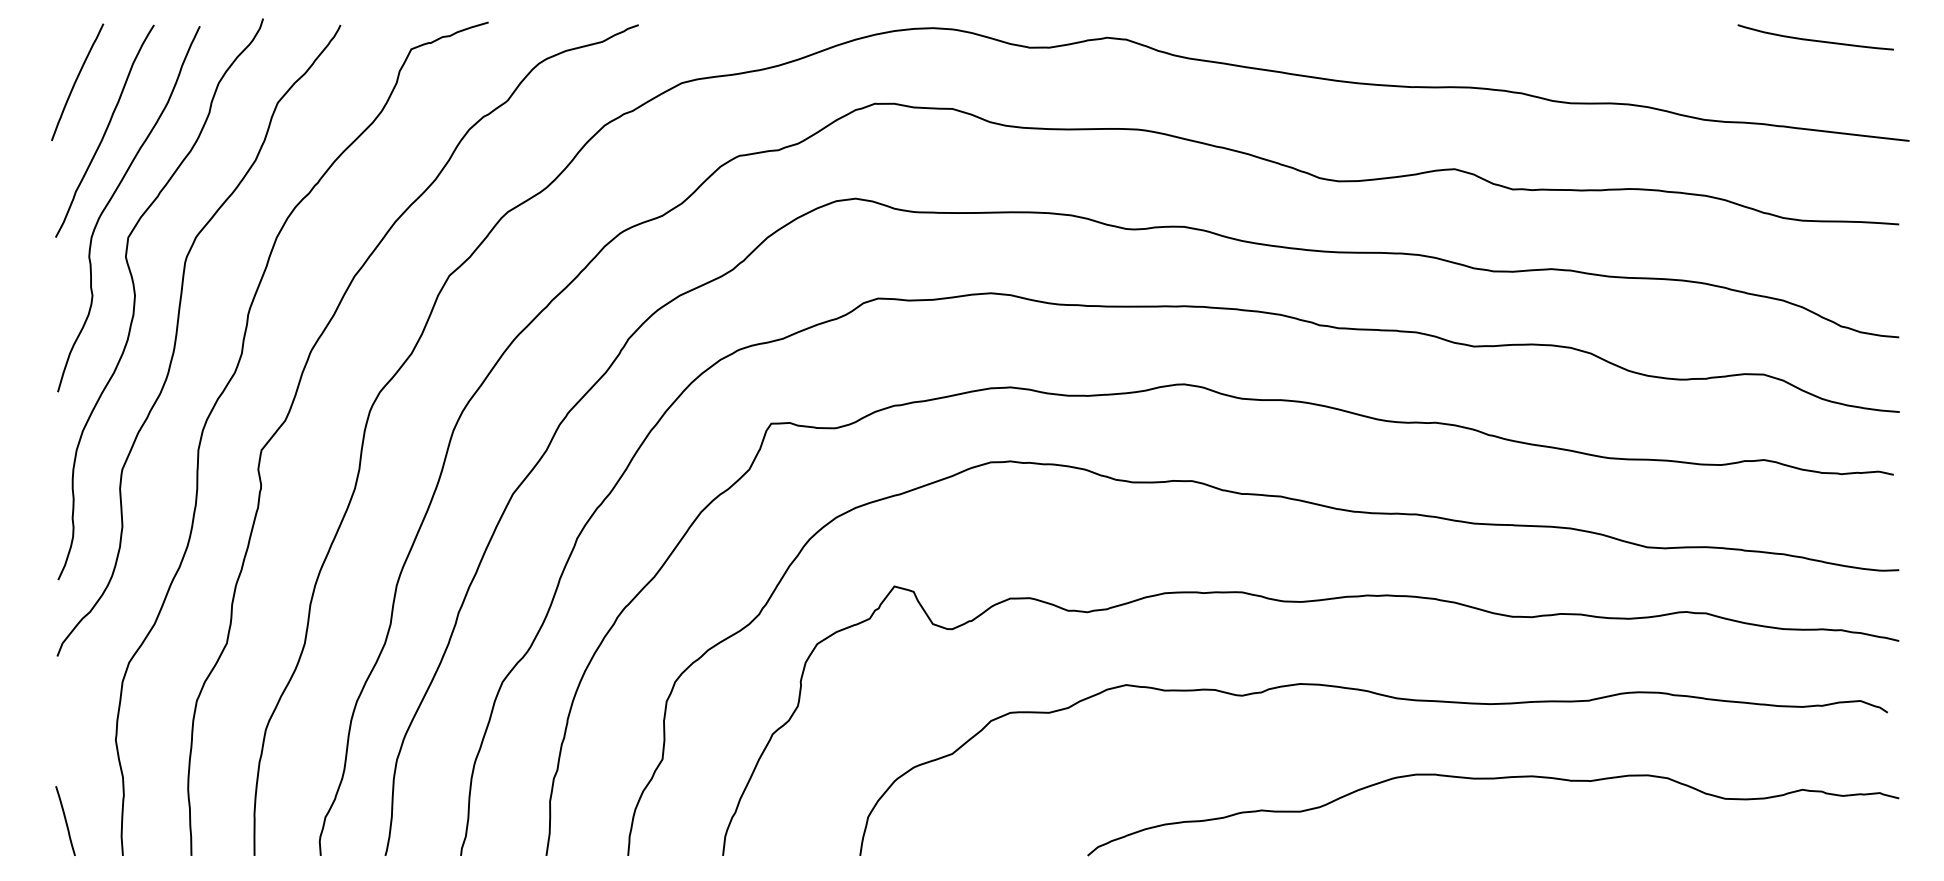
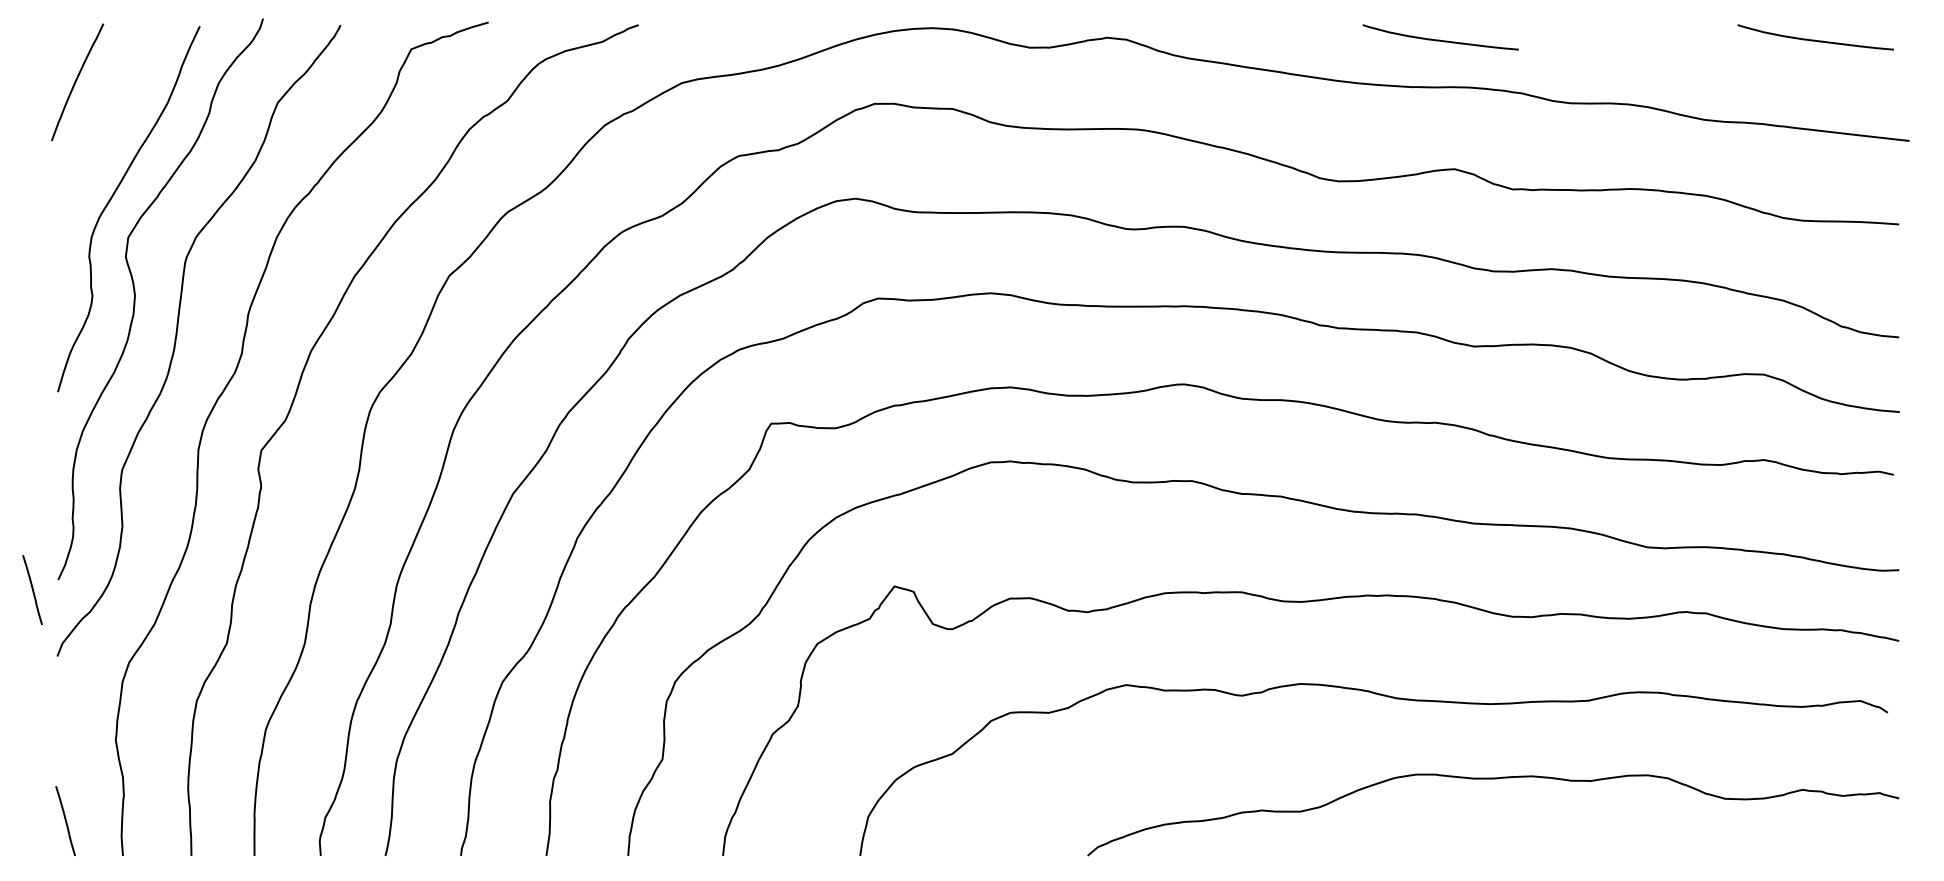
curve at (1440, 39): none -> present
curve at (105, 130): present -> none
line at (32, 589): none -> present
